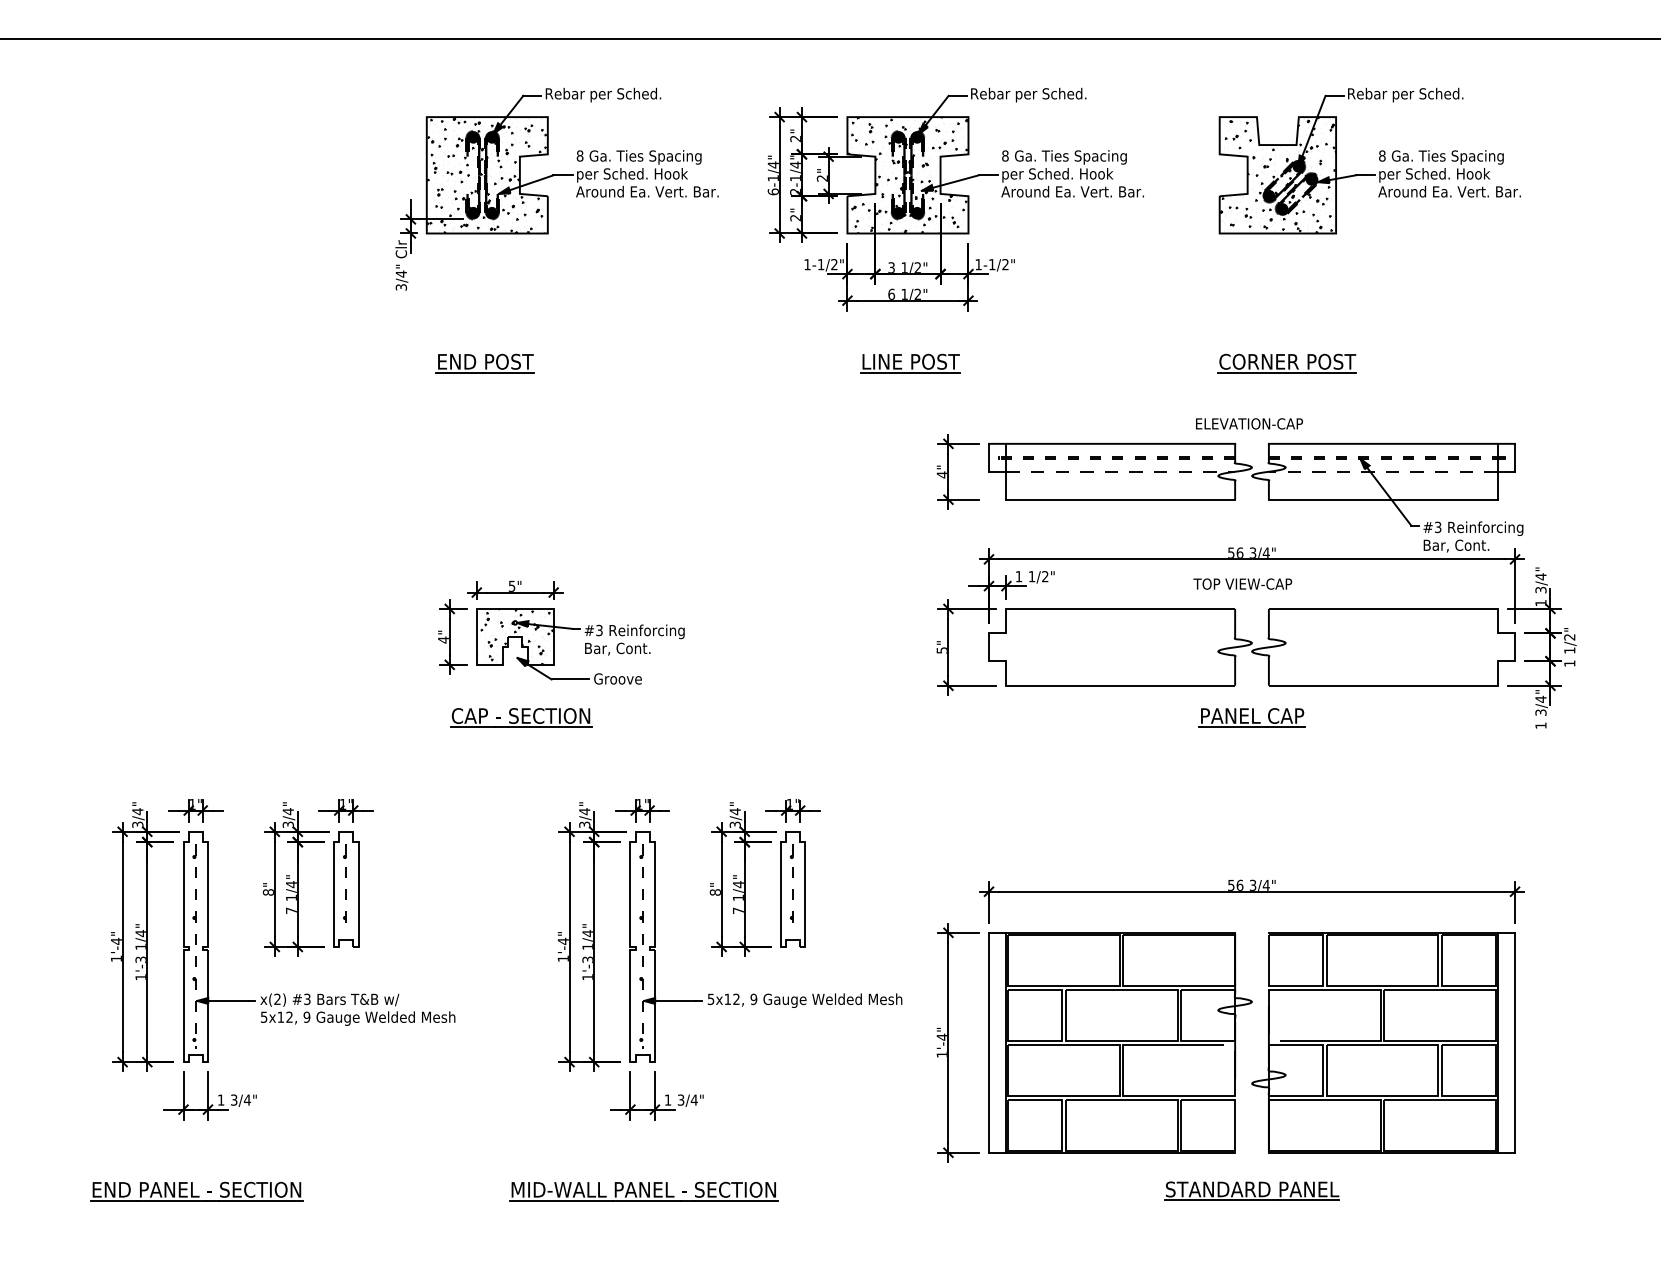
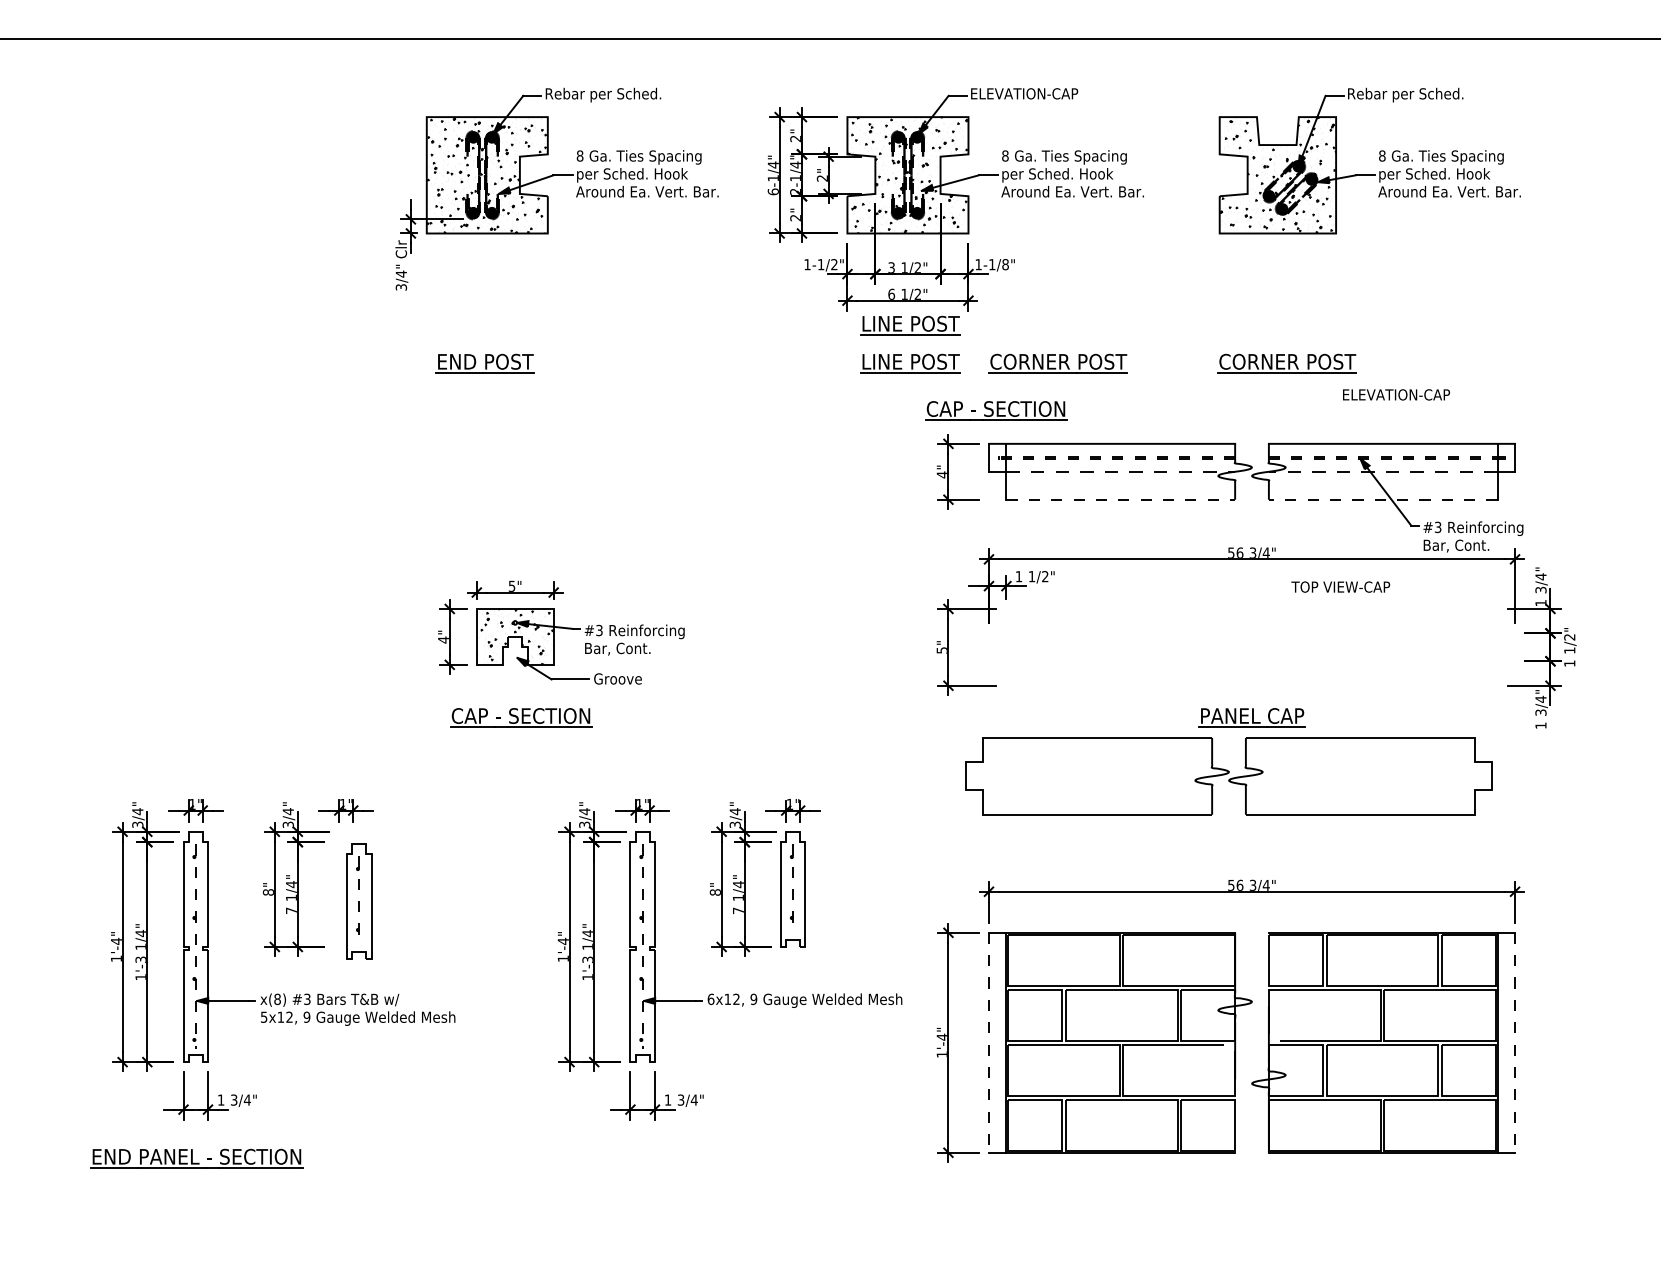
text at (1029, 94): Rebar per Sched. -> ELEVATION-CAP
text at (1005, 264): 1-1/2" -> 1-1/8"
part at (910, 325): none -> present
part at (1057, 363): none -> present
part at (996, 410): none -> present
text at (1249, 423) position: (1249, 423) -> (1396, 394)
line at (1121, 499): solid -> dashed
line at (1382, 499): solid -> dashed
text at (1242, 583) position: (1242, 583) -> (1340, 586)
part at (1251, 647) position: (1251, 647) -> (1228, 776)
part at (346, 889) position: (346, 889) -> (359, 901)
text at (710, 998): 5x12, -> 6x12,
text at (277, 999): x(2) -> x(8)
line at (988, 1042): solid -> dashed
line at (1515, 1042): solid -> dashed
part at (1251, 1190): present -> none
part at (196, 1191) position: (196, 1191) -> (196, 1158)
part at (643, 1191): present -> none
